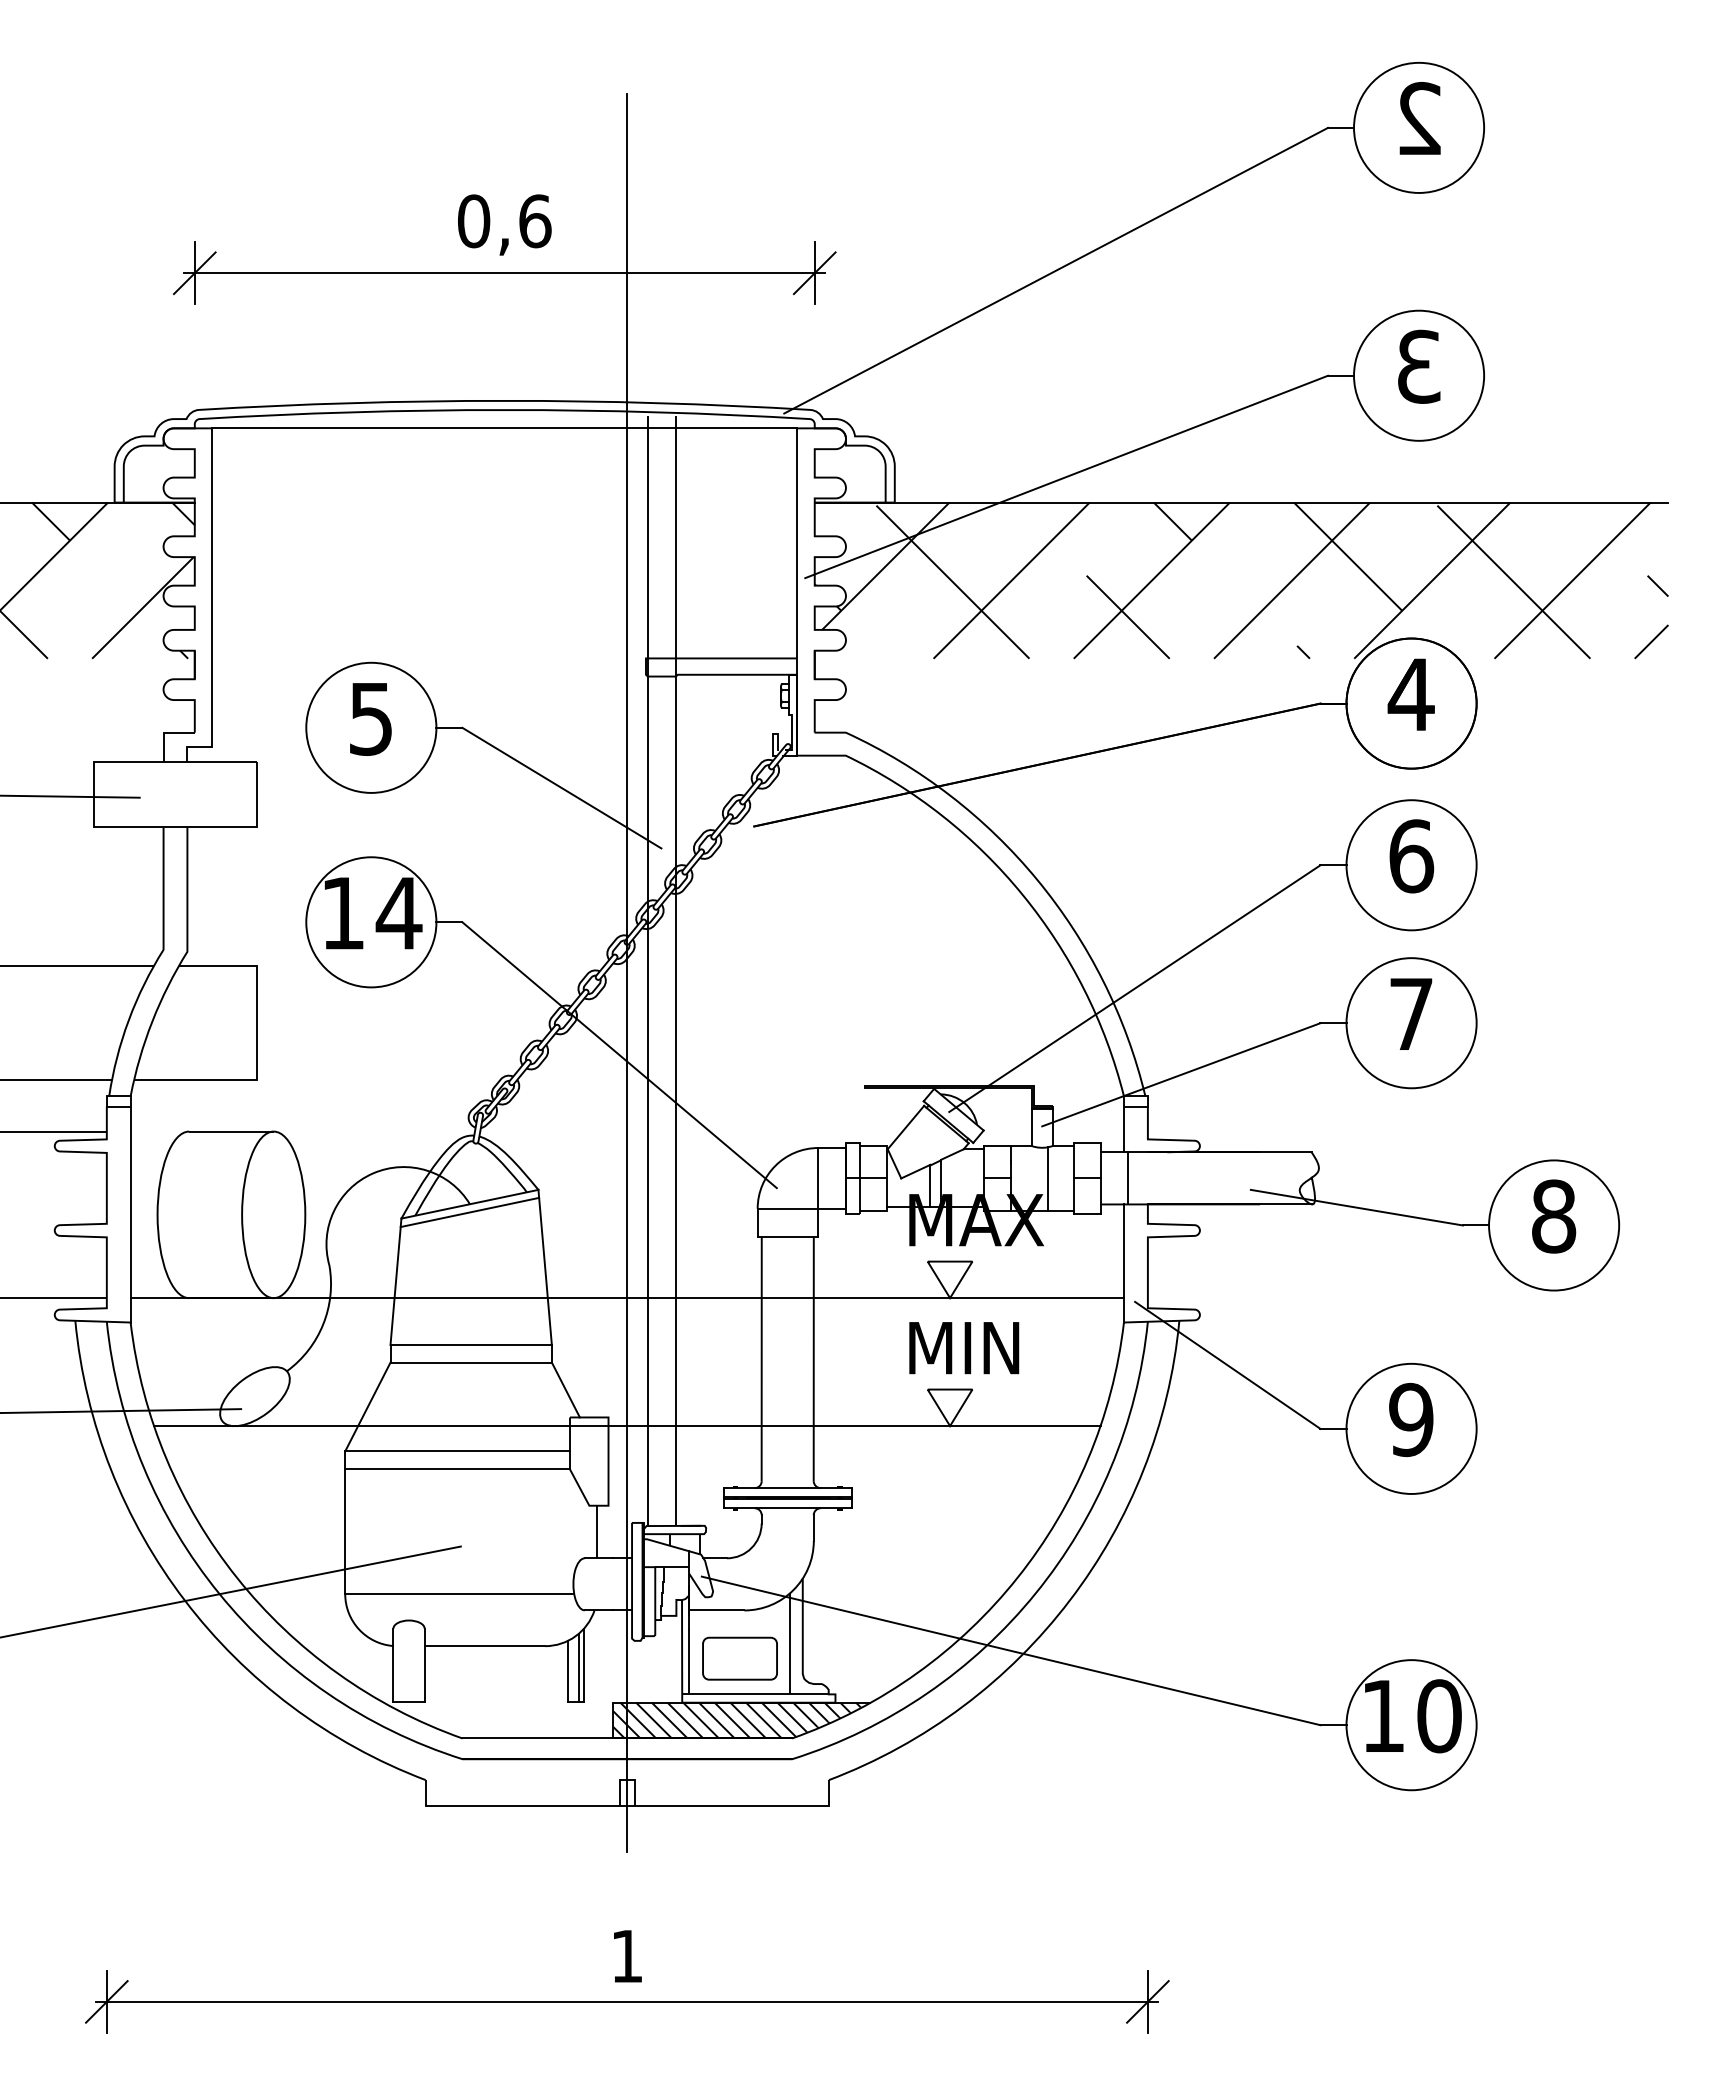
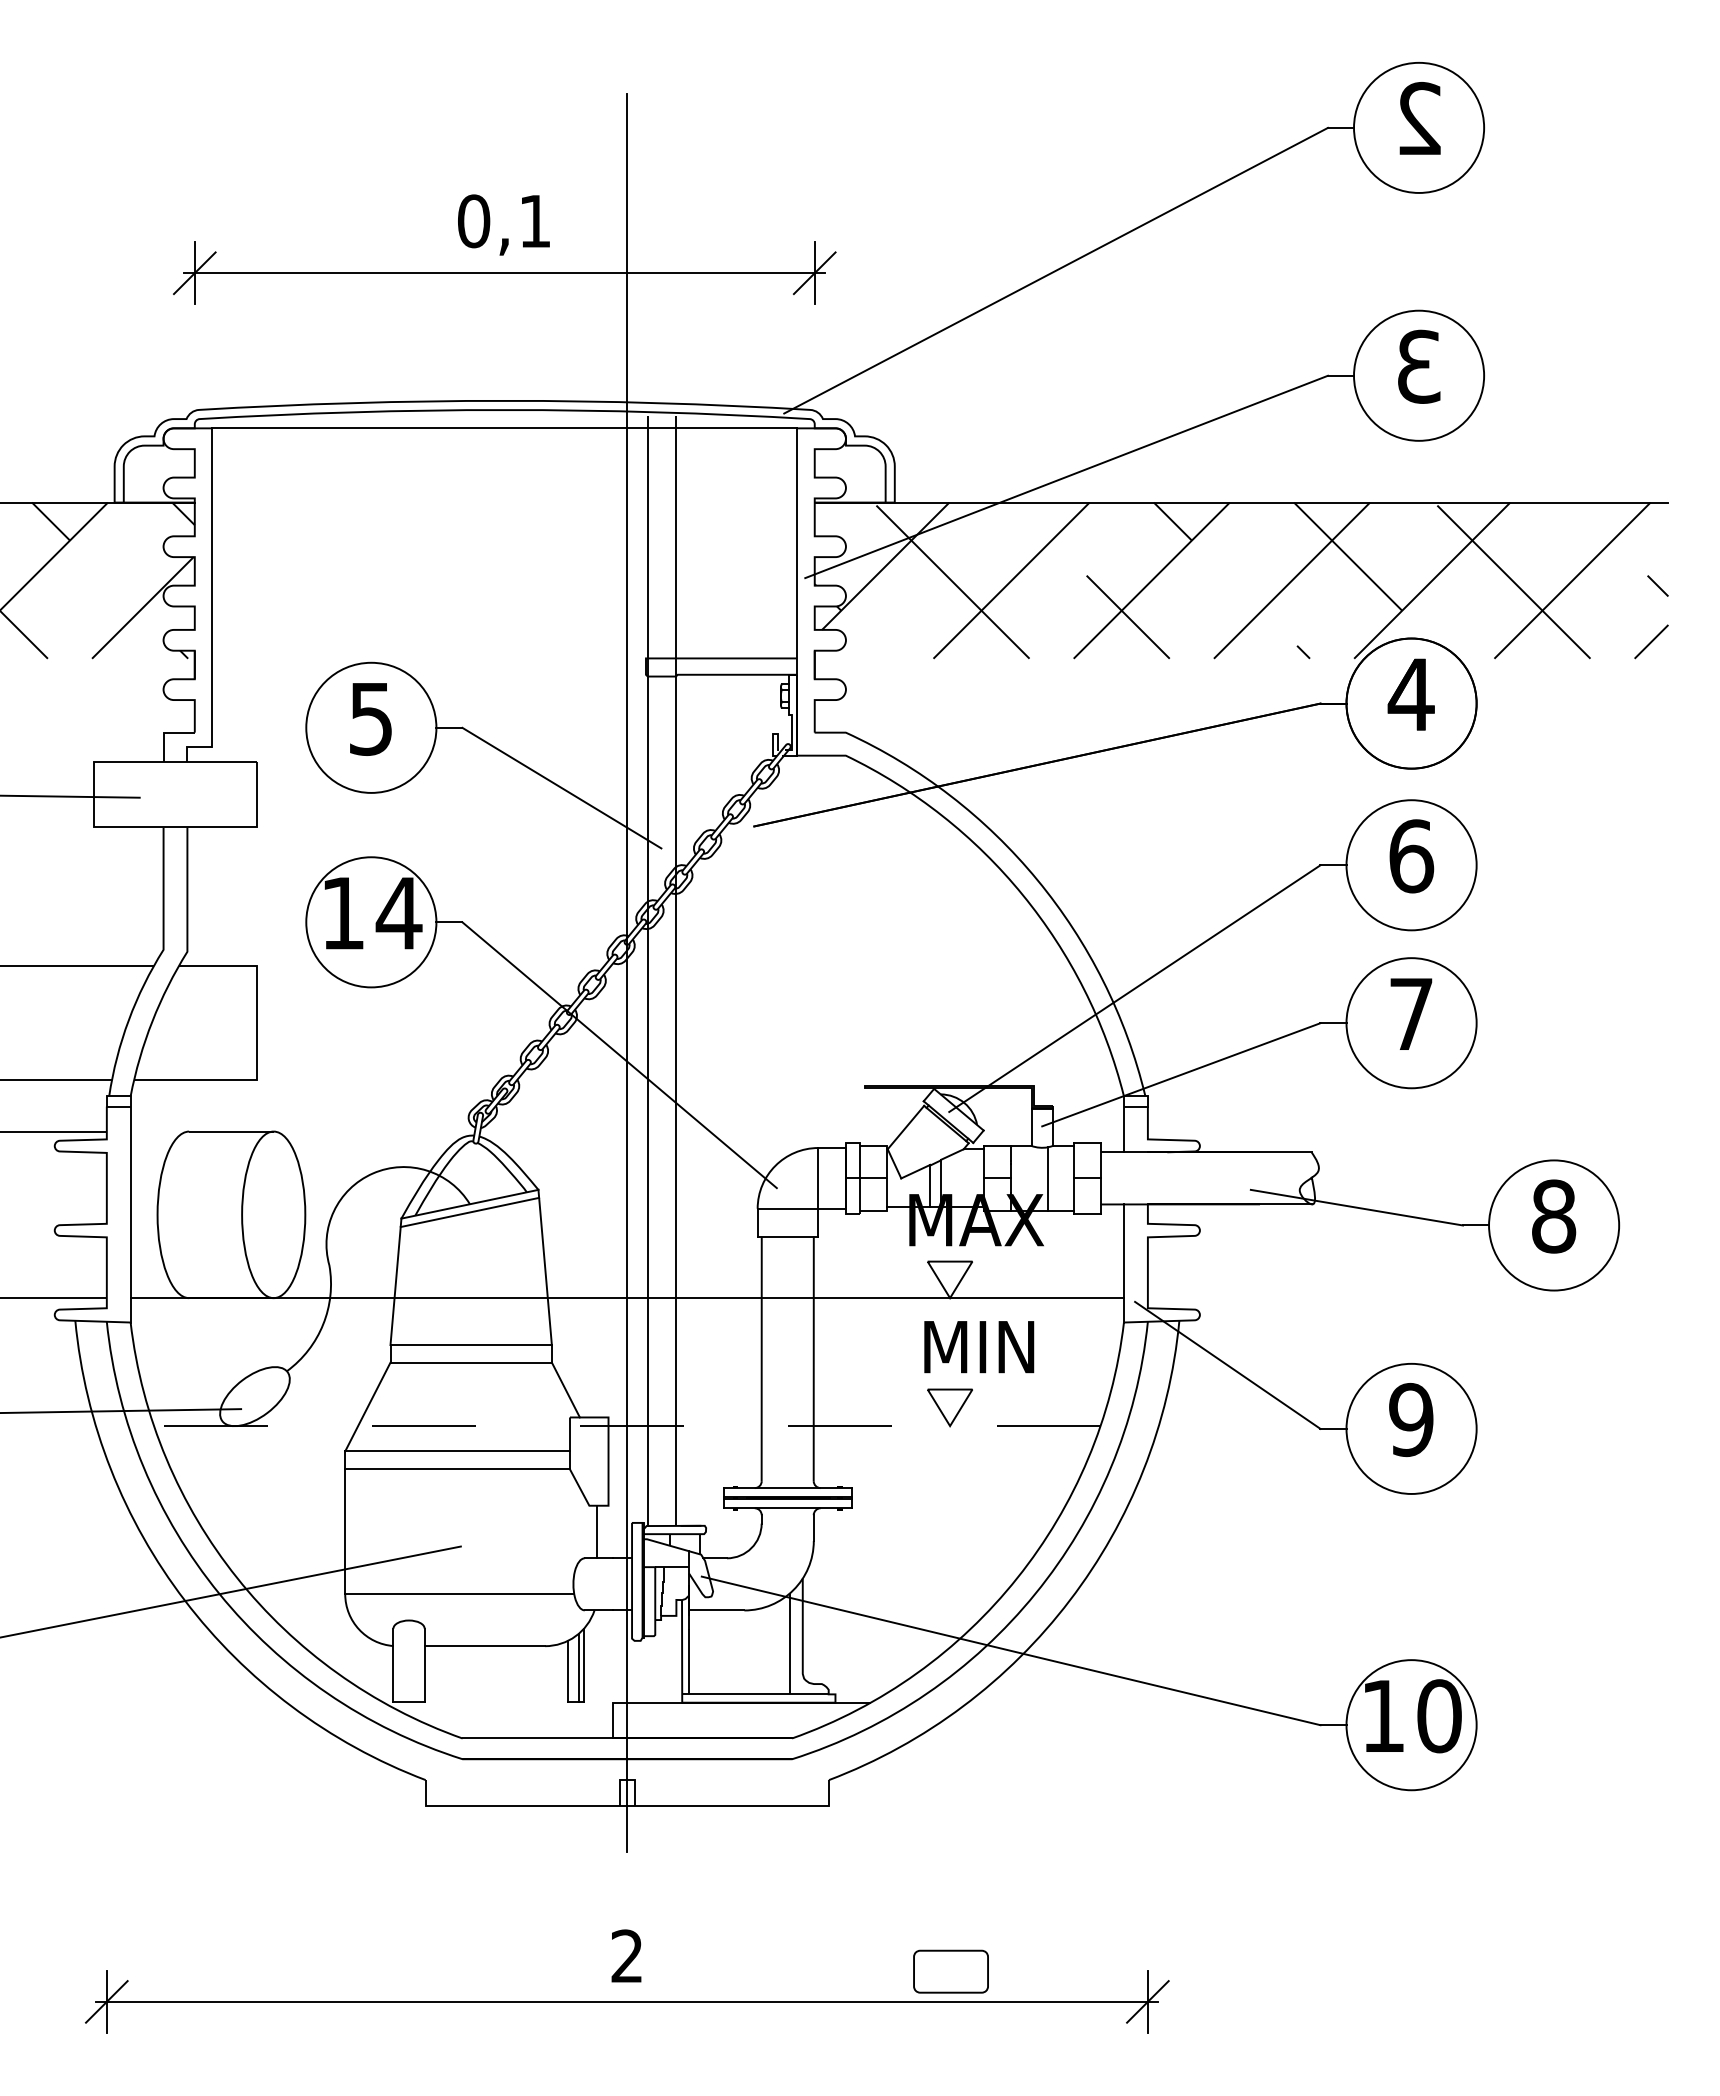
text at (535, 221): 0,6 -> 0,1
line at (1127, 1178): present -> none
text at (964, 1348) position: (964, 1348) -> (979, 1347)
line at (626, 1426): solid -> dashed
part at (739, 1658) position: (739, 1658) -> (950, 1971)
hatch at (736, 1720): present -> none
text at (626, 1955): 1 -> 2
